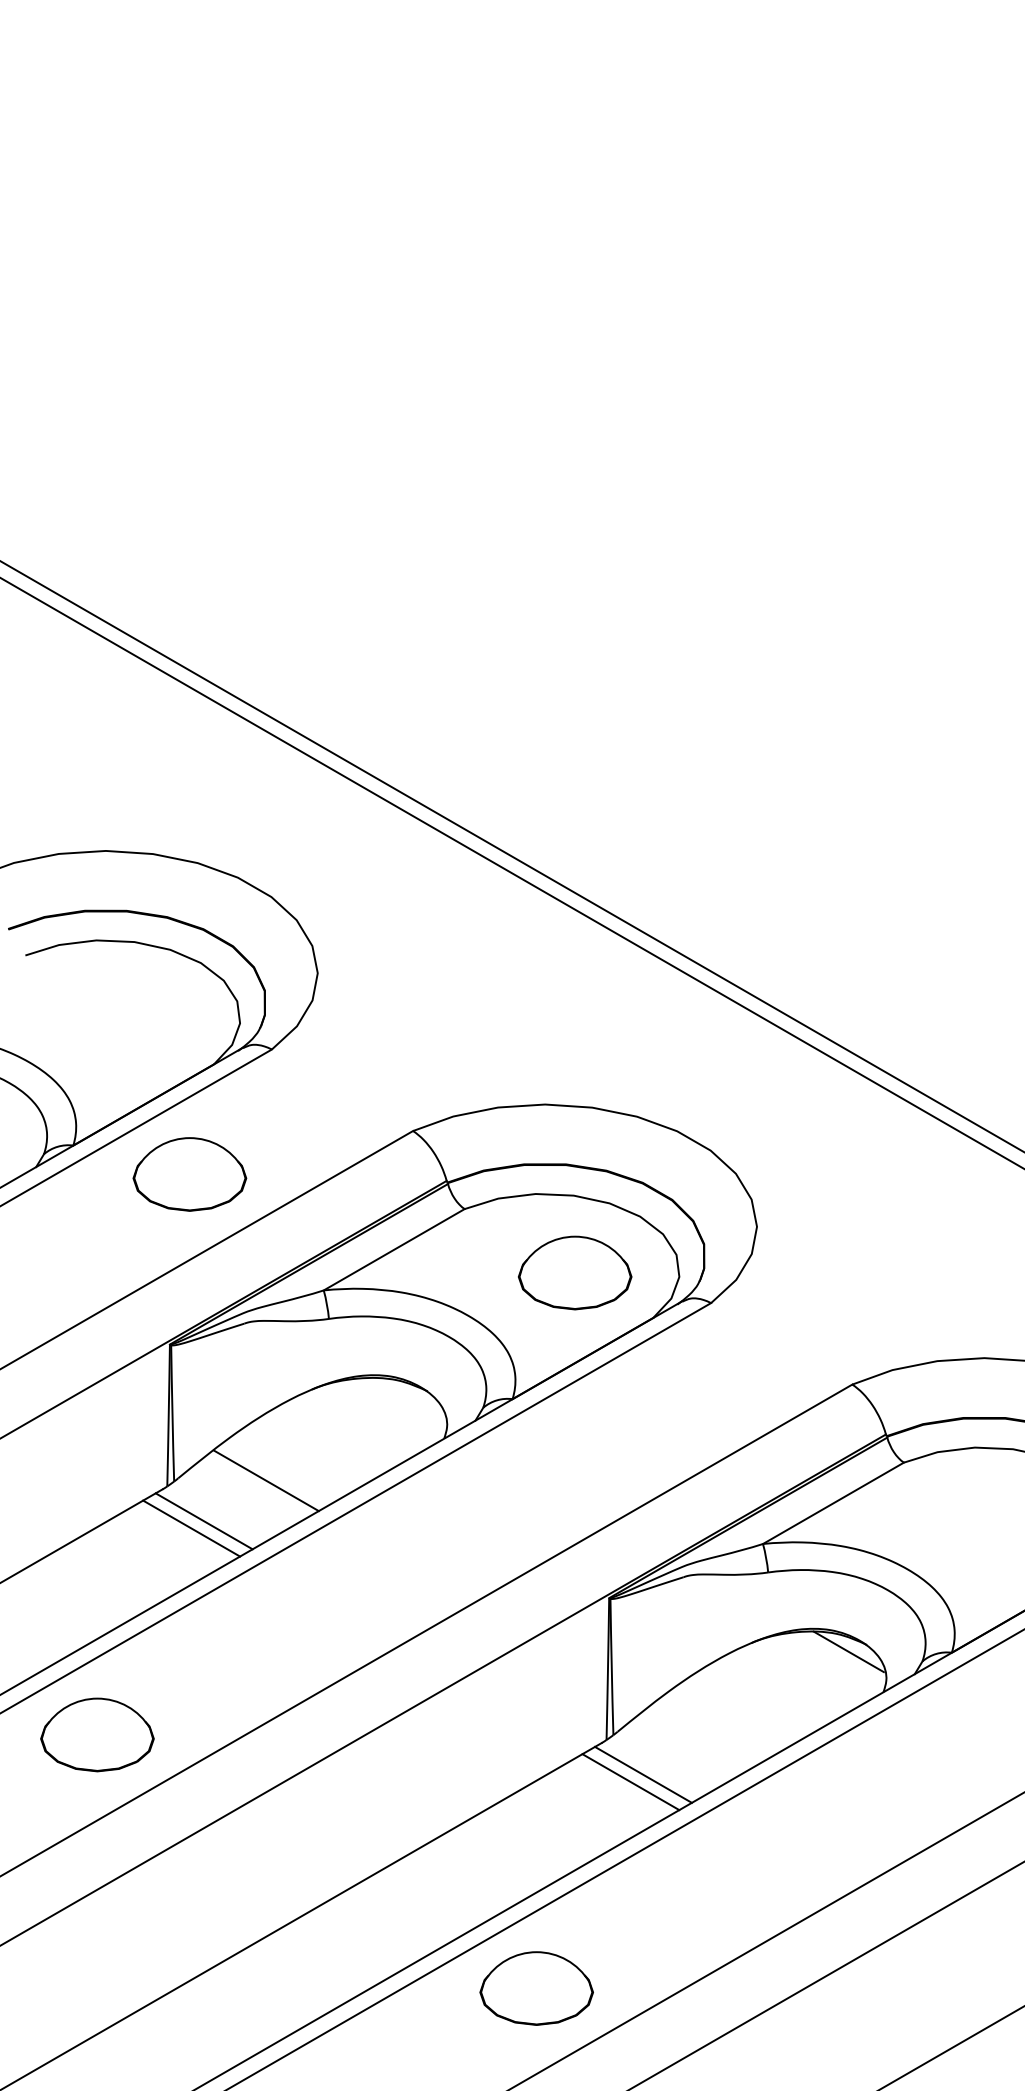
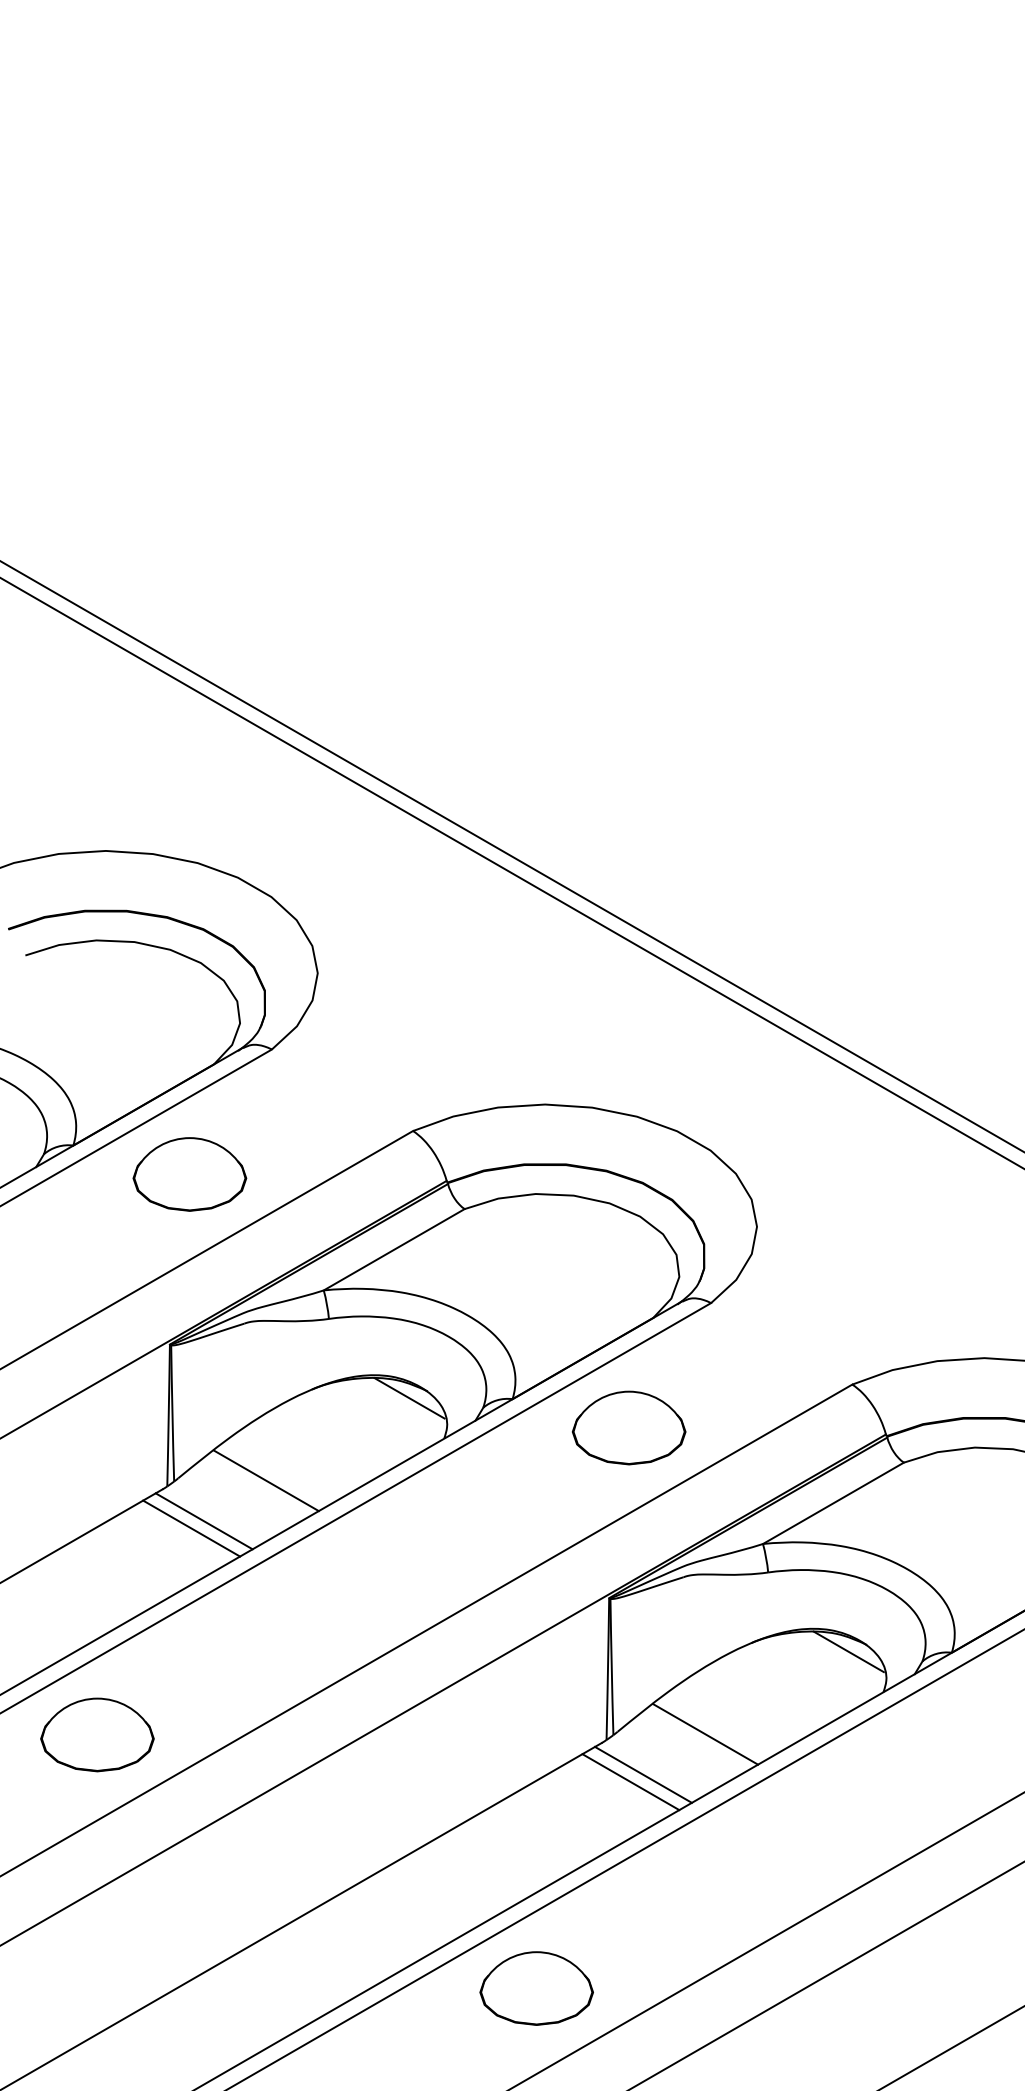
part at (574, 1272) position: (574, 1272) -> (628, 1427)
line at (409, 1398): none -> present
line at (705, 1734): none -> present
